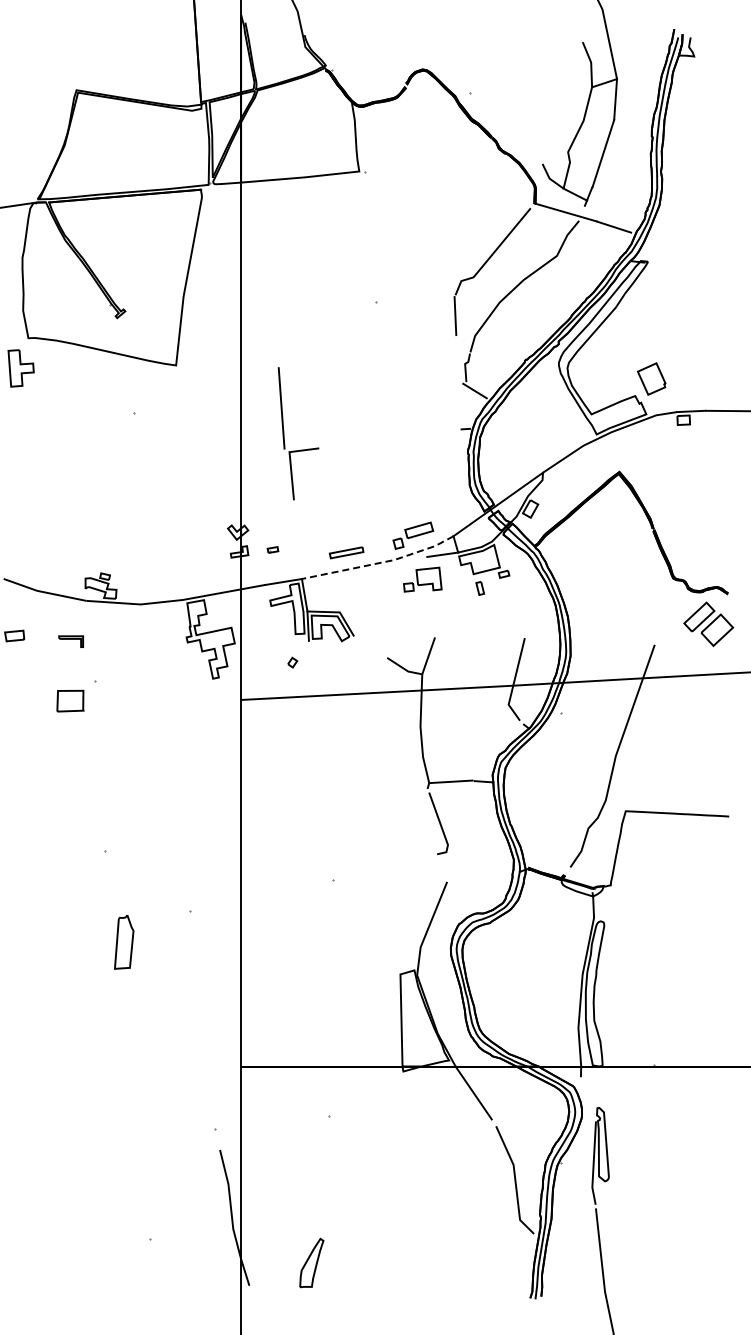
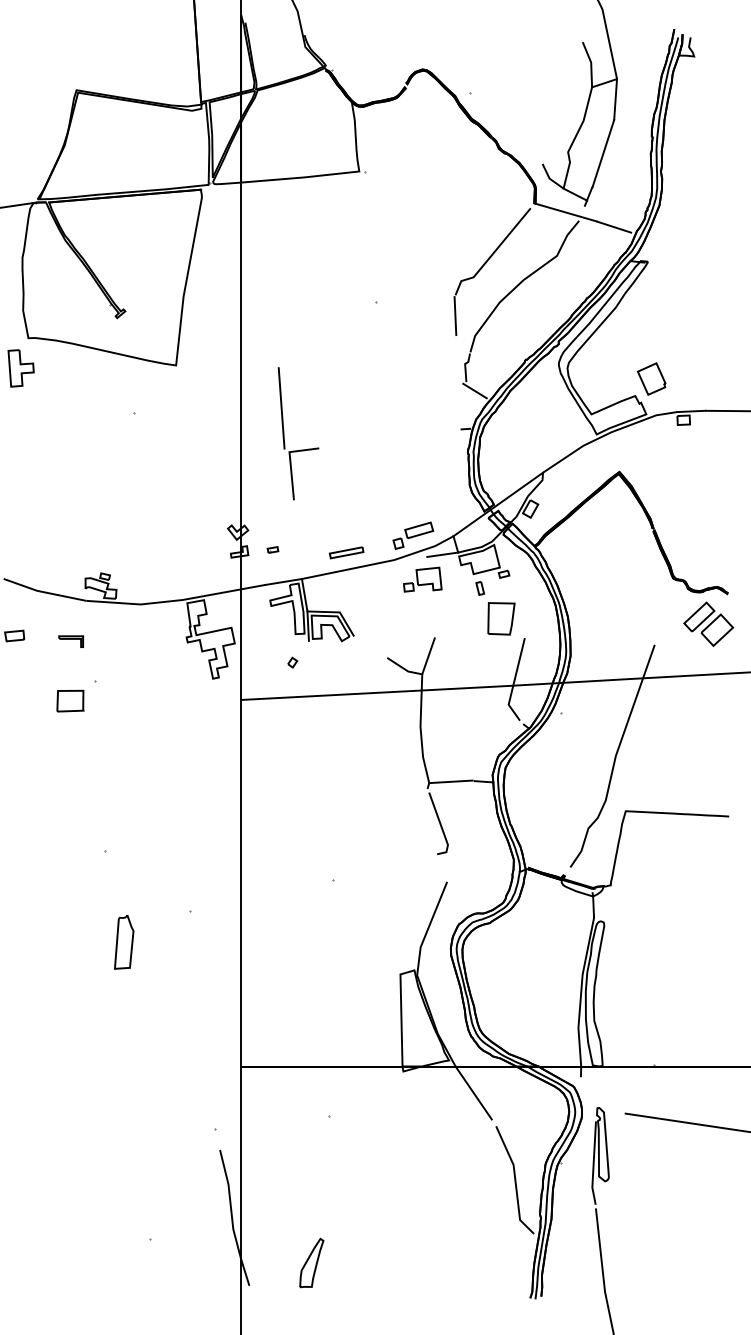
line at (380, 562): dashed -> solid
part at (501, 618): none -> present
line at (686, 1122): none -> present
